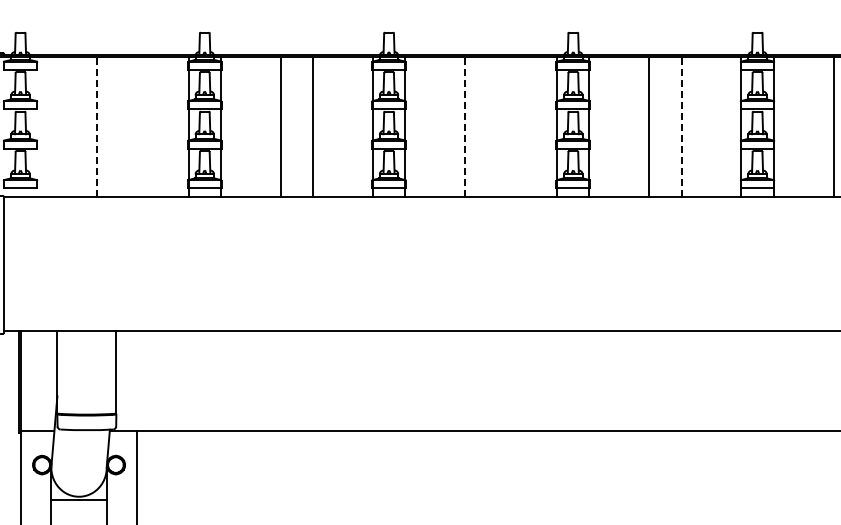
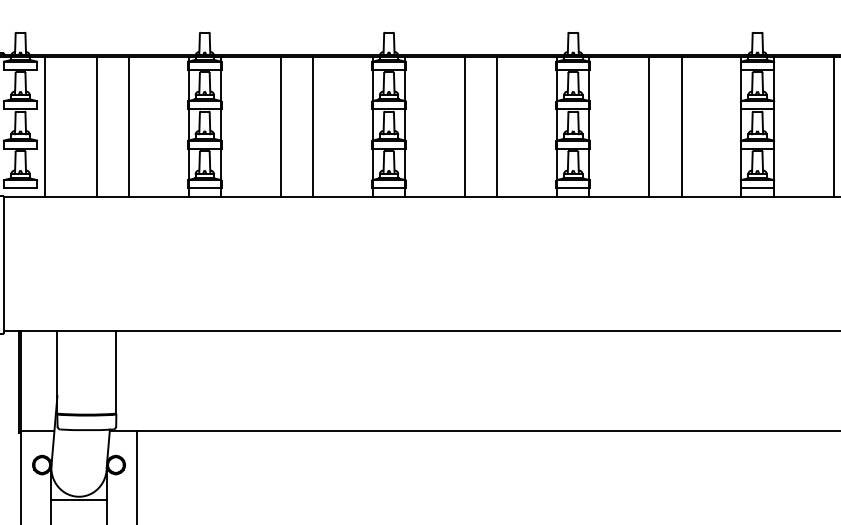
line at (44, 126): none -> present
line at (128, 126): none -> present
line at (497, 126): none -> present
line at (96, 127): dashed -> solid
line at (465, 127): dashed -> solid
line at (681, 127): dashed -> solid
